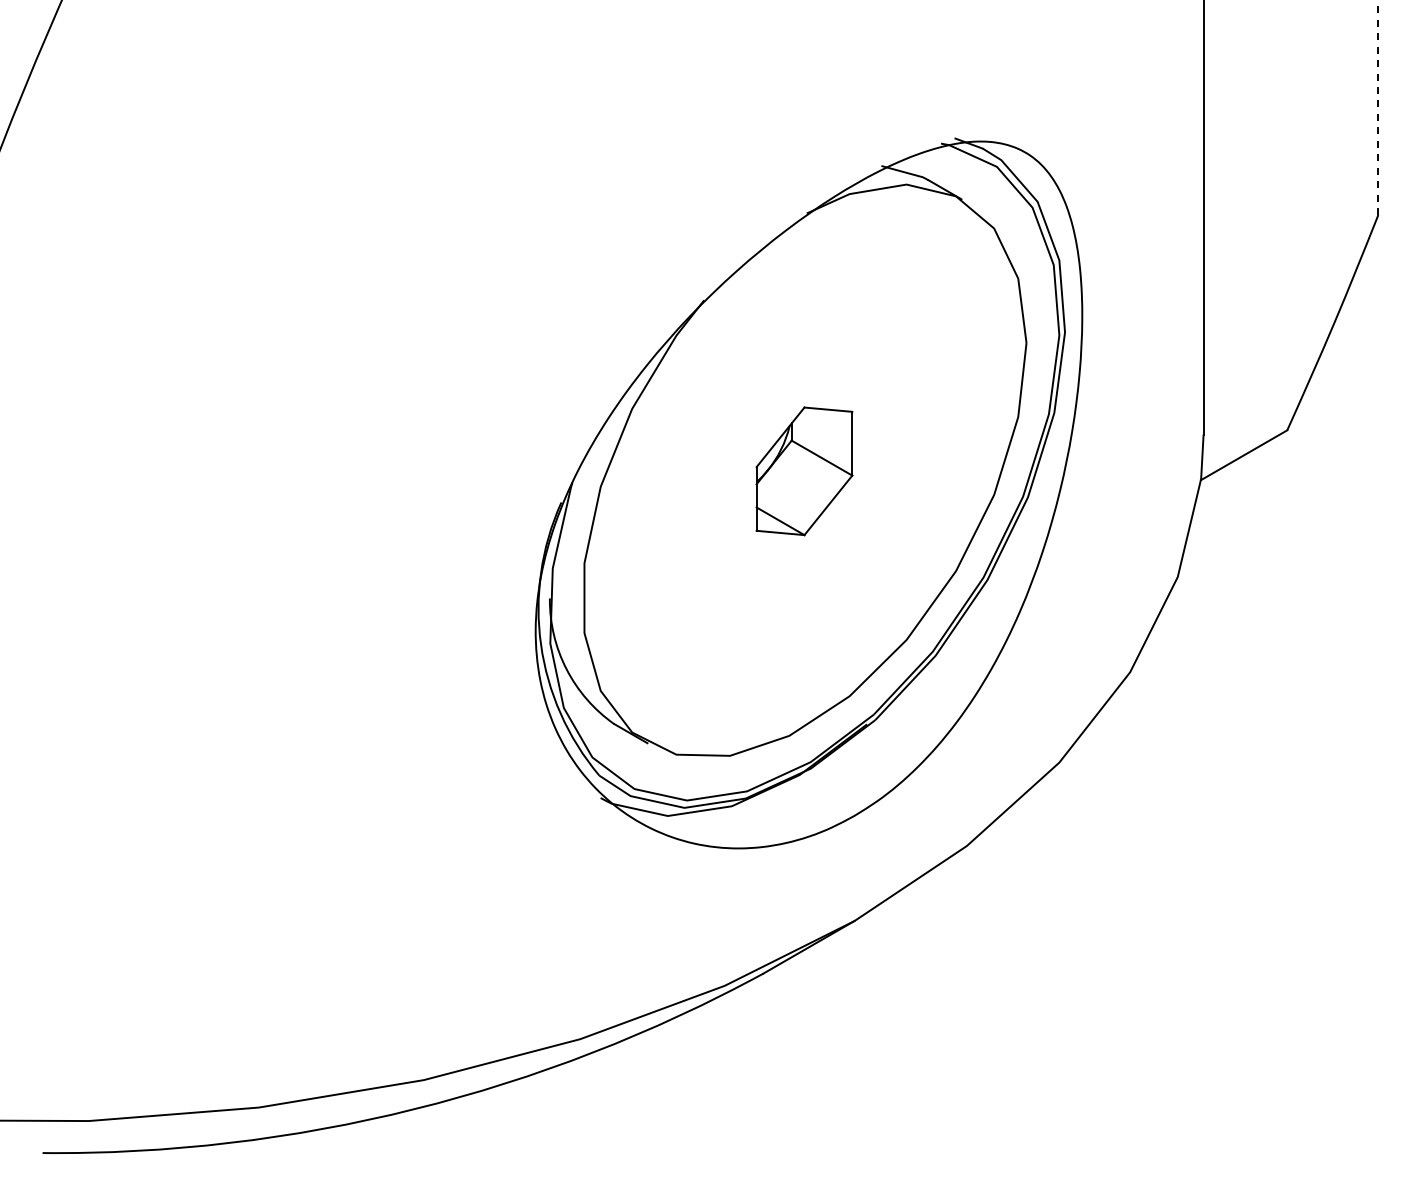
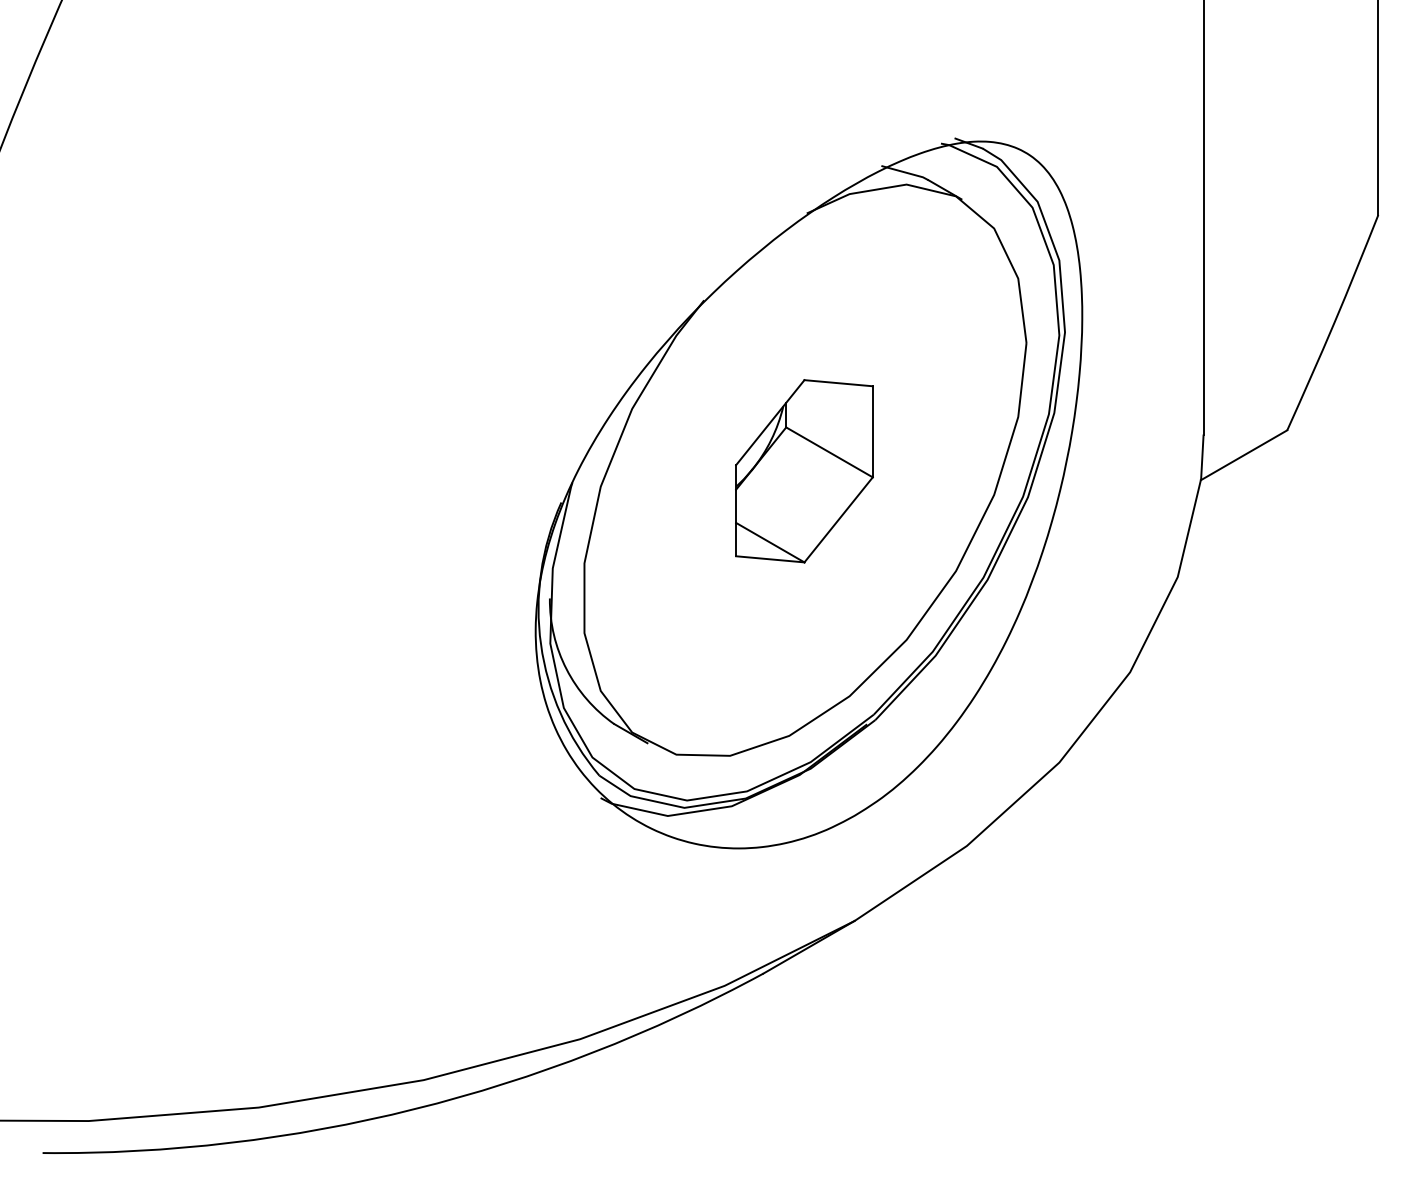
line at (1378, 107): dashed -> solid
part at (804, 471) size: 99x131 px -> 139x185 px
